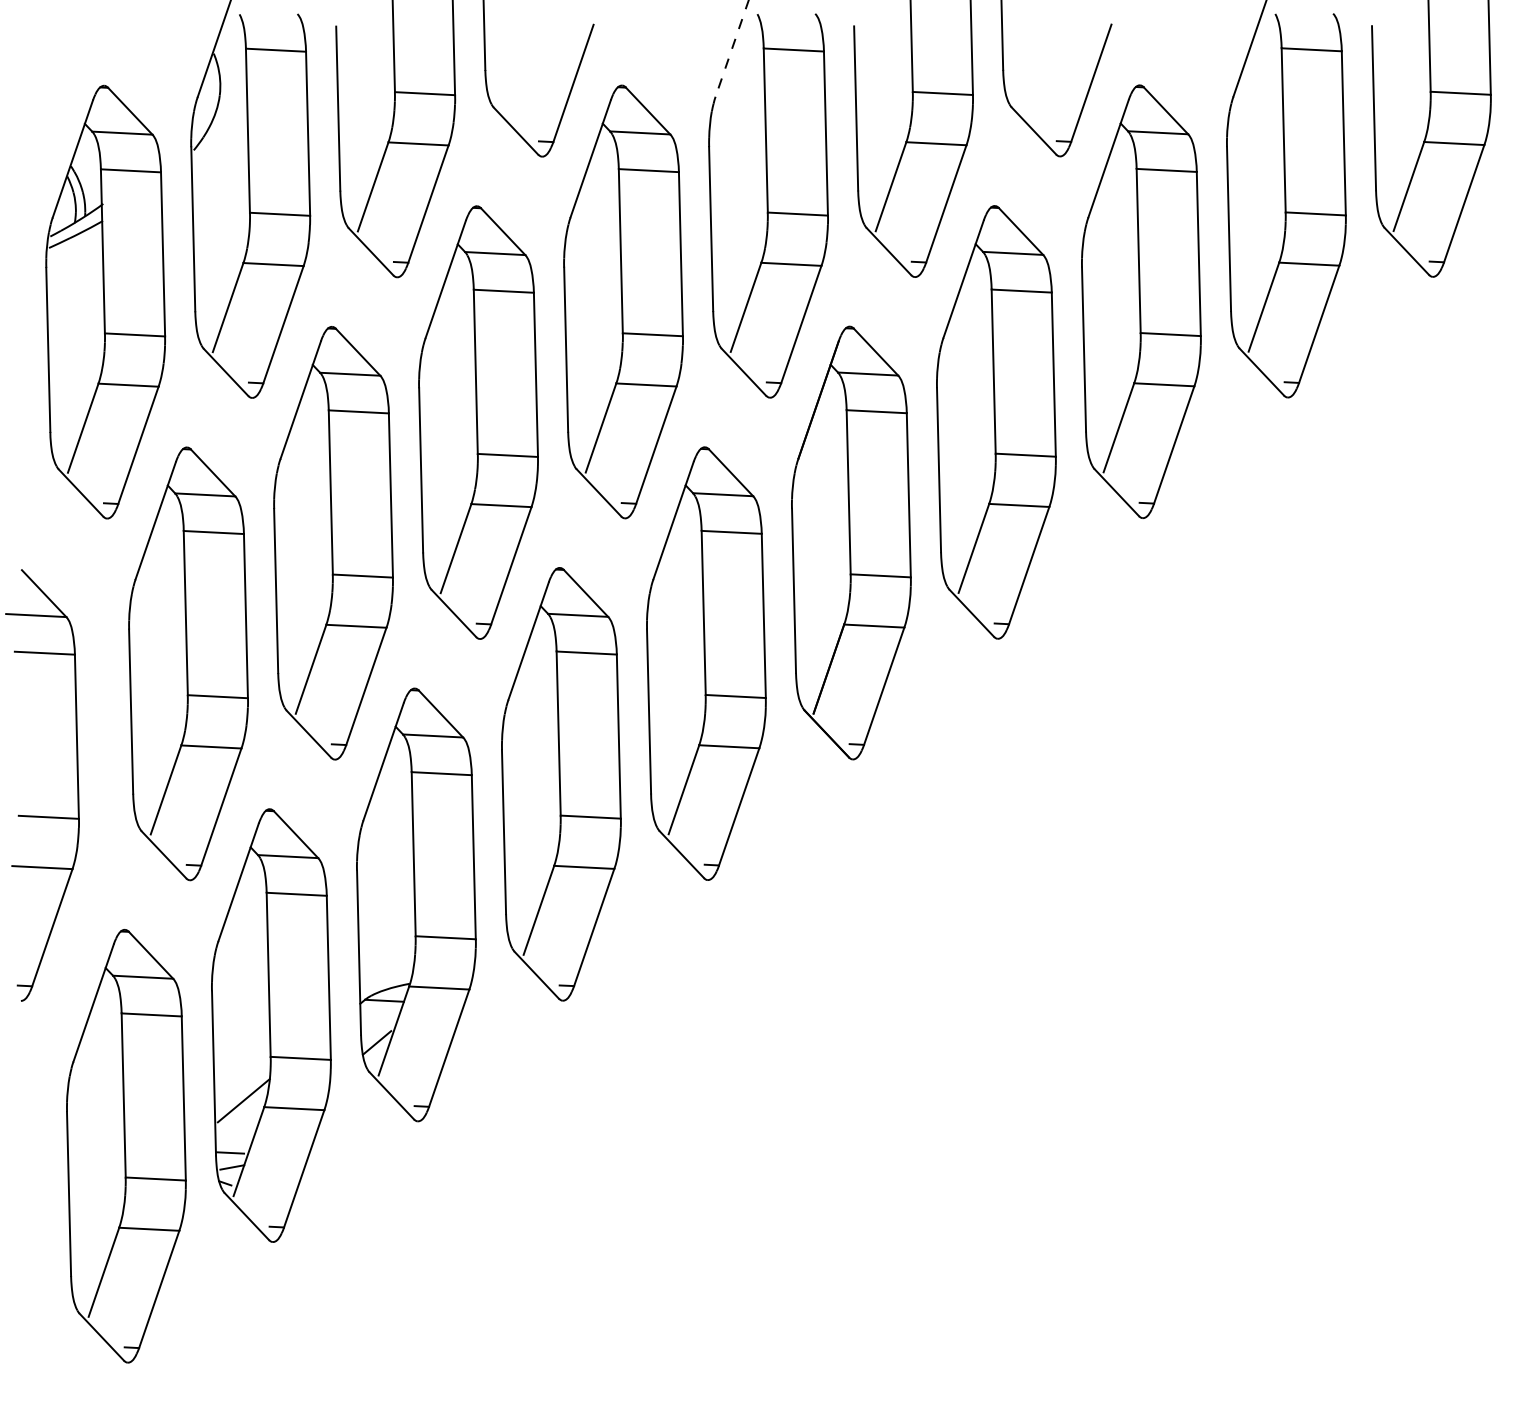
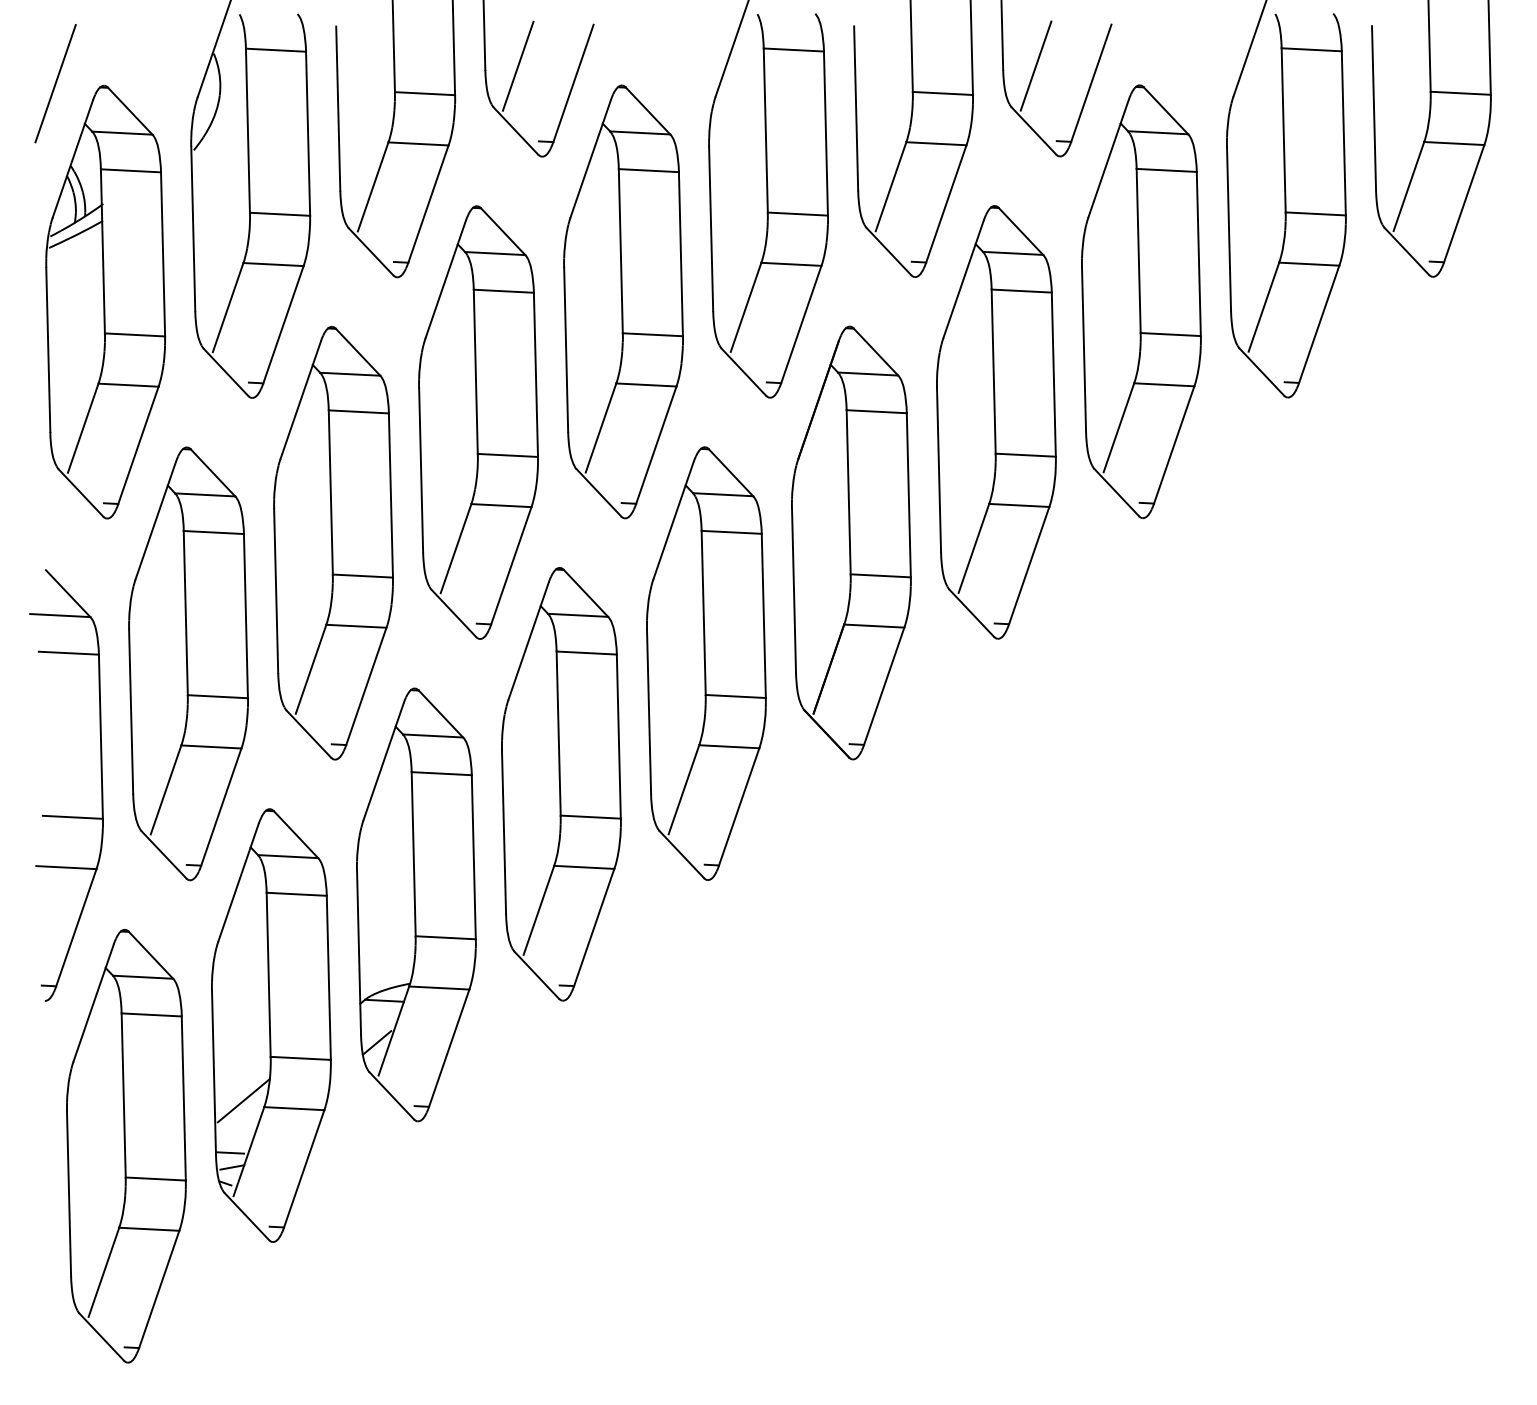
line at (732, 48): dashed -> solid
line at (517, 65): none -> present
line at (1035, 65): none -> present
line at (55, 83): none -> present
part at (38, 815) position: (38, 815) -> (62, 815)
